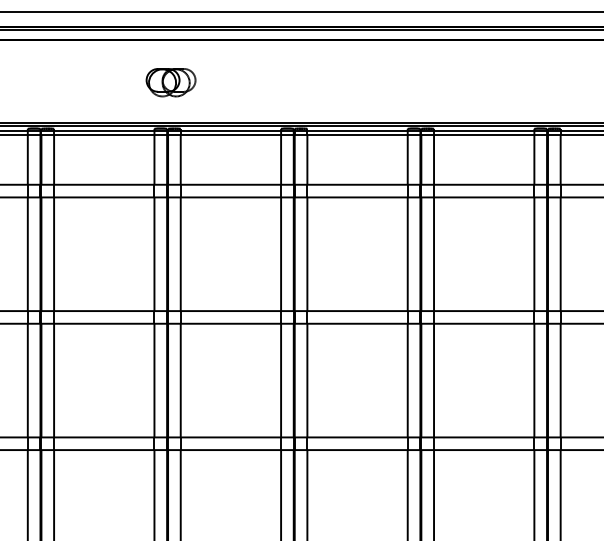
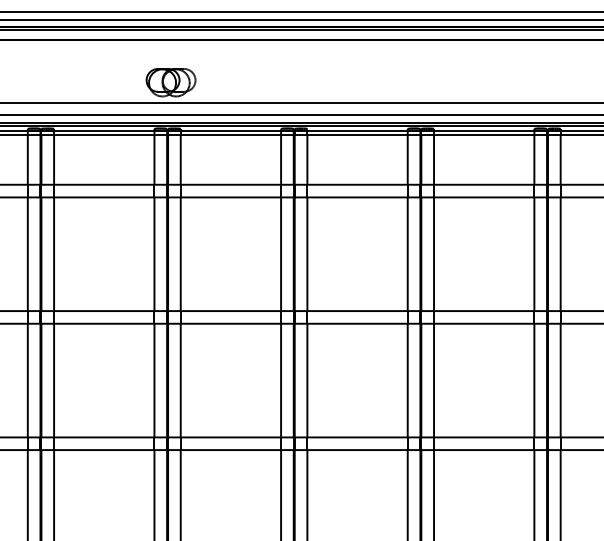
line at (301, 19): none -> present
line at (301, 102): none -> present
line at (301, 114): none -> present
